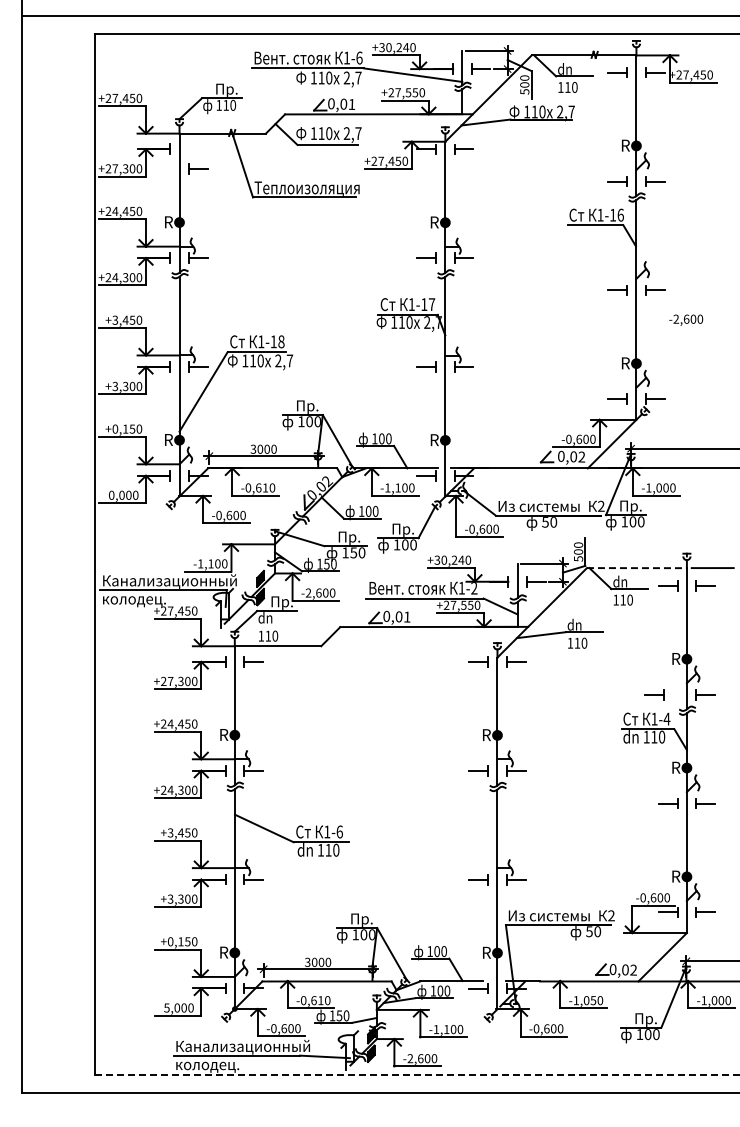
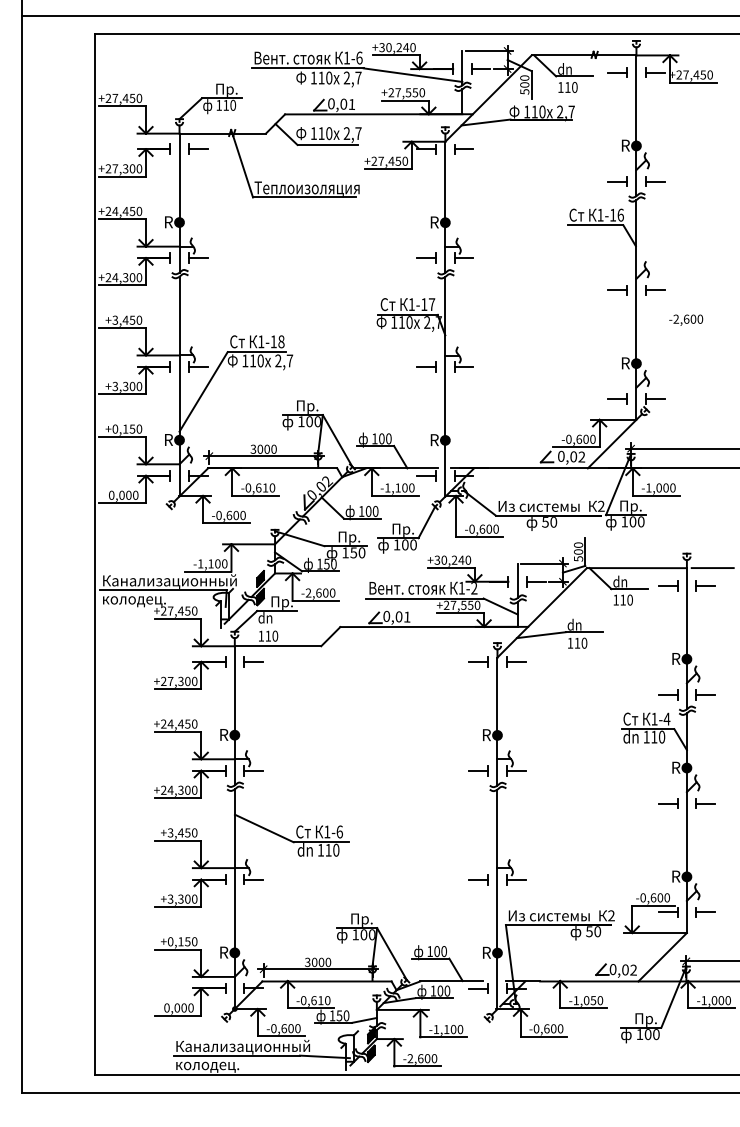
part at (198, 168) position: (198, 168) -> (198, 148)
line at (636, 568): dashed -> solid
part at (654, 694) position: (654, 694) -> (668, 694)
text at (166, 1007): 5,000 -> 0,000
line at (417, 1075): dashed -> solid
